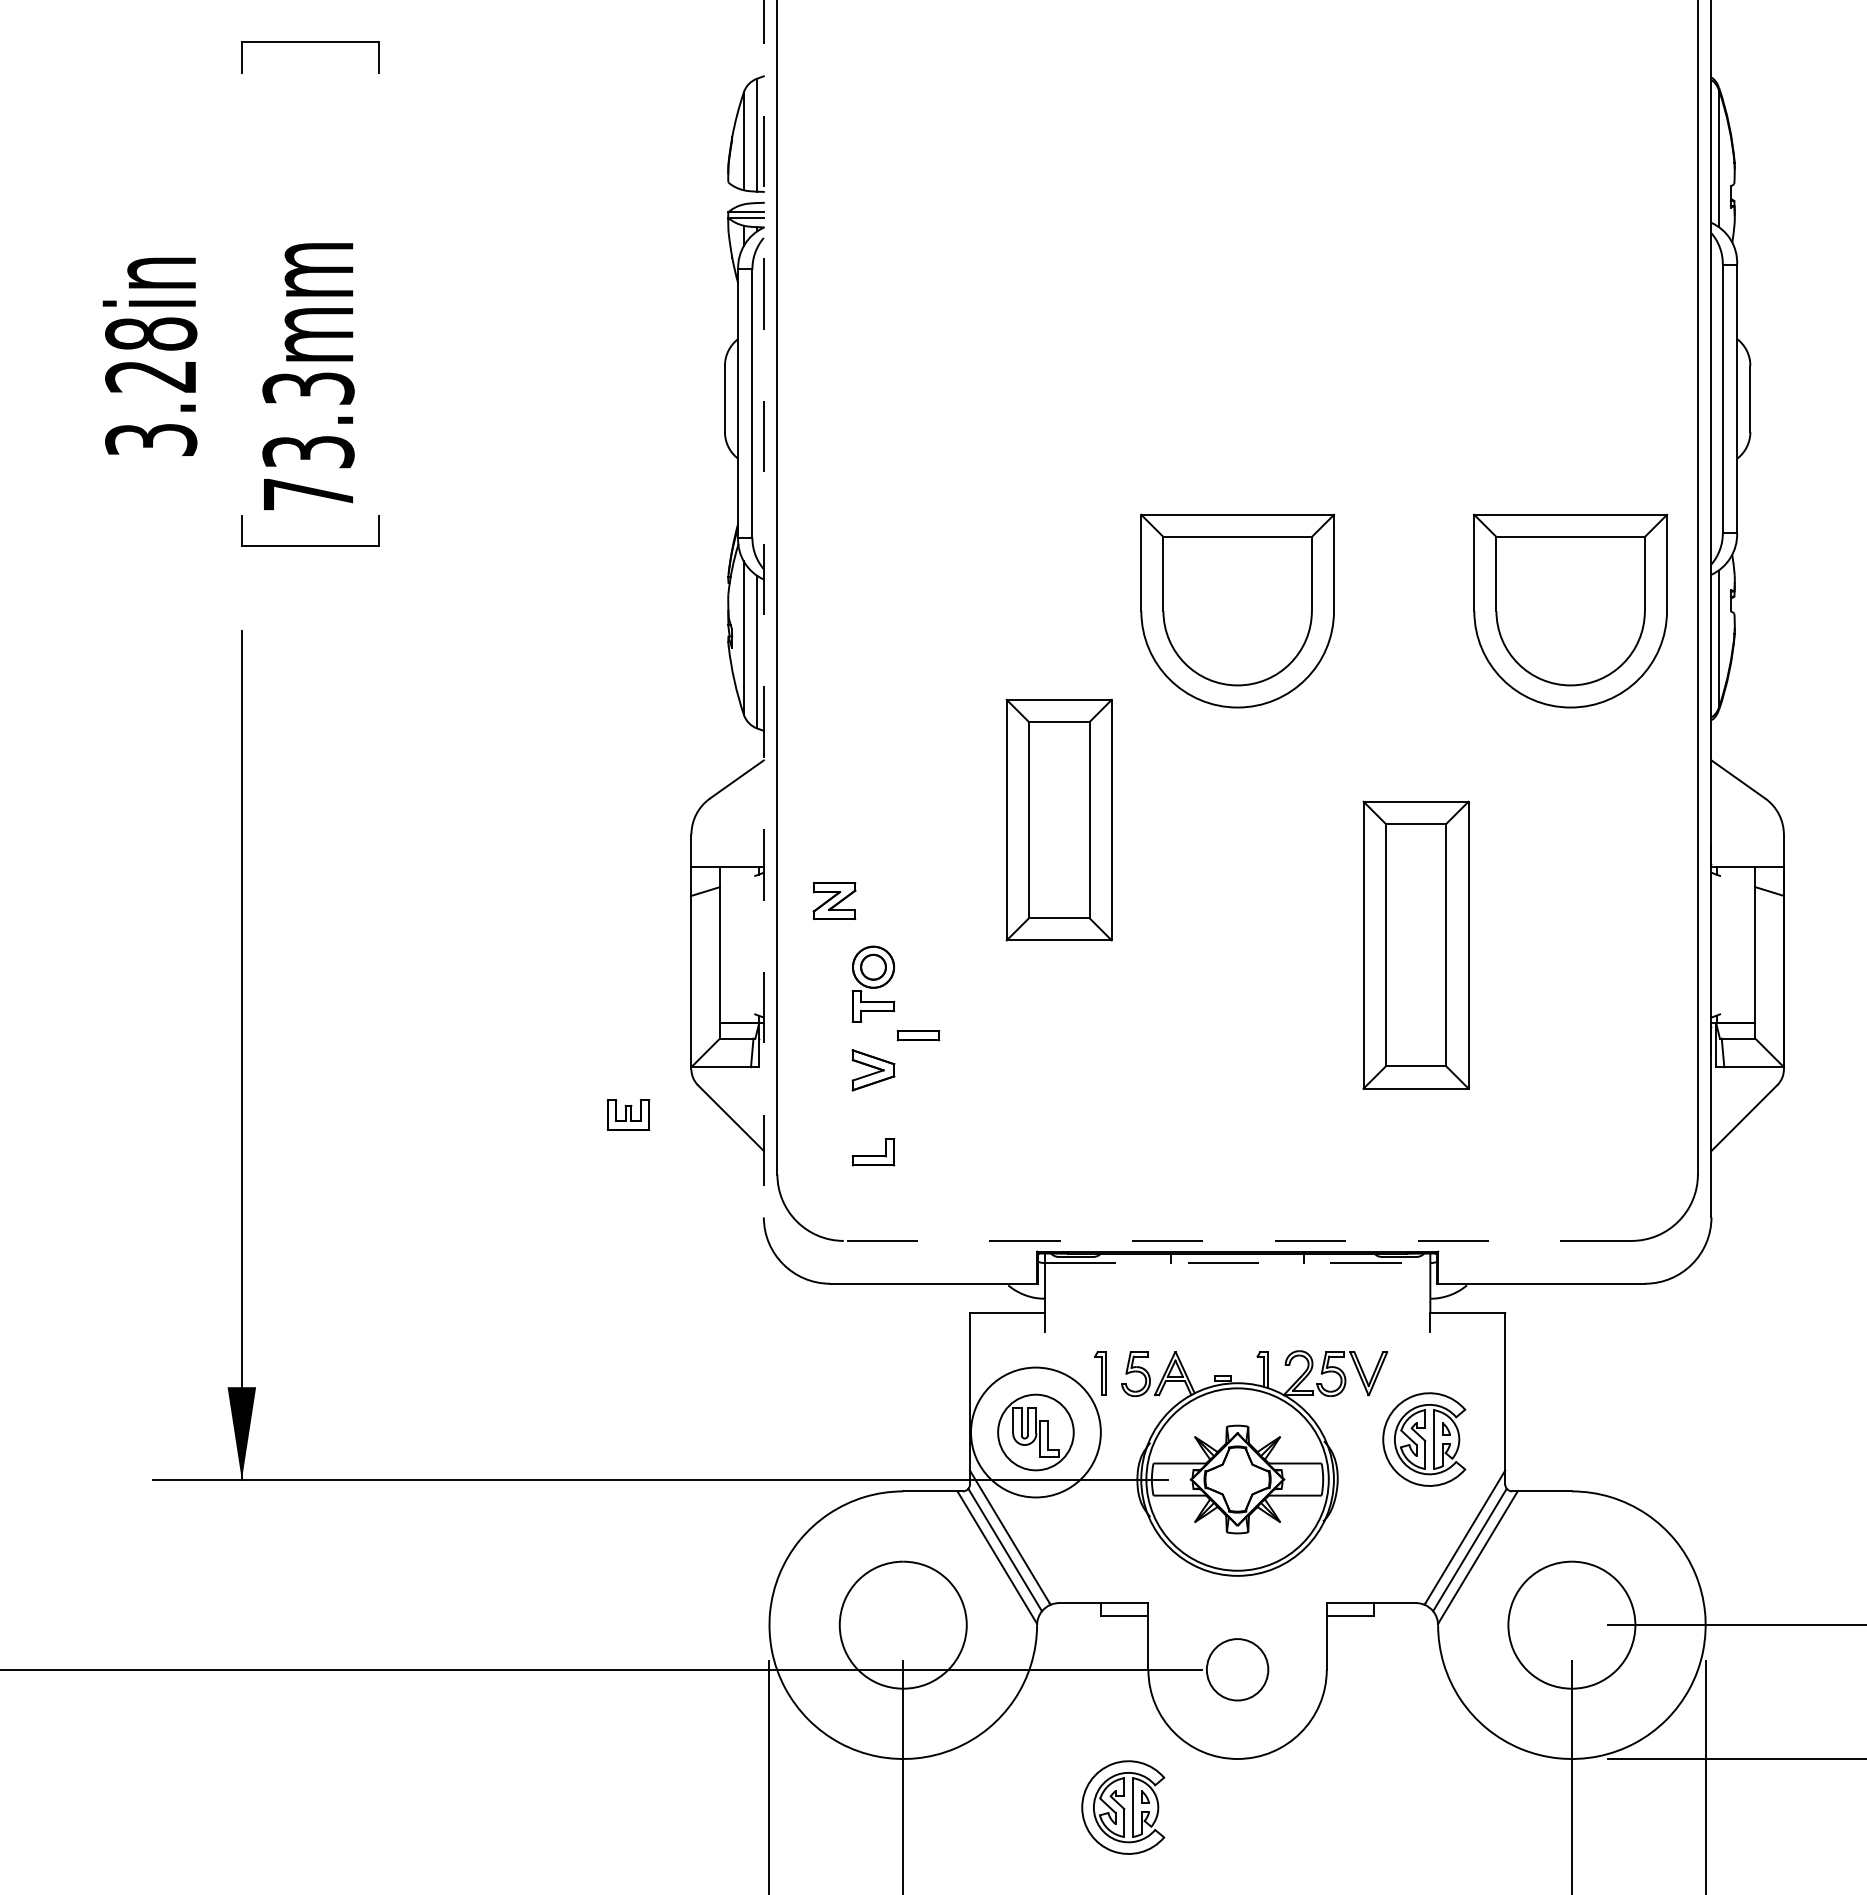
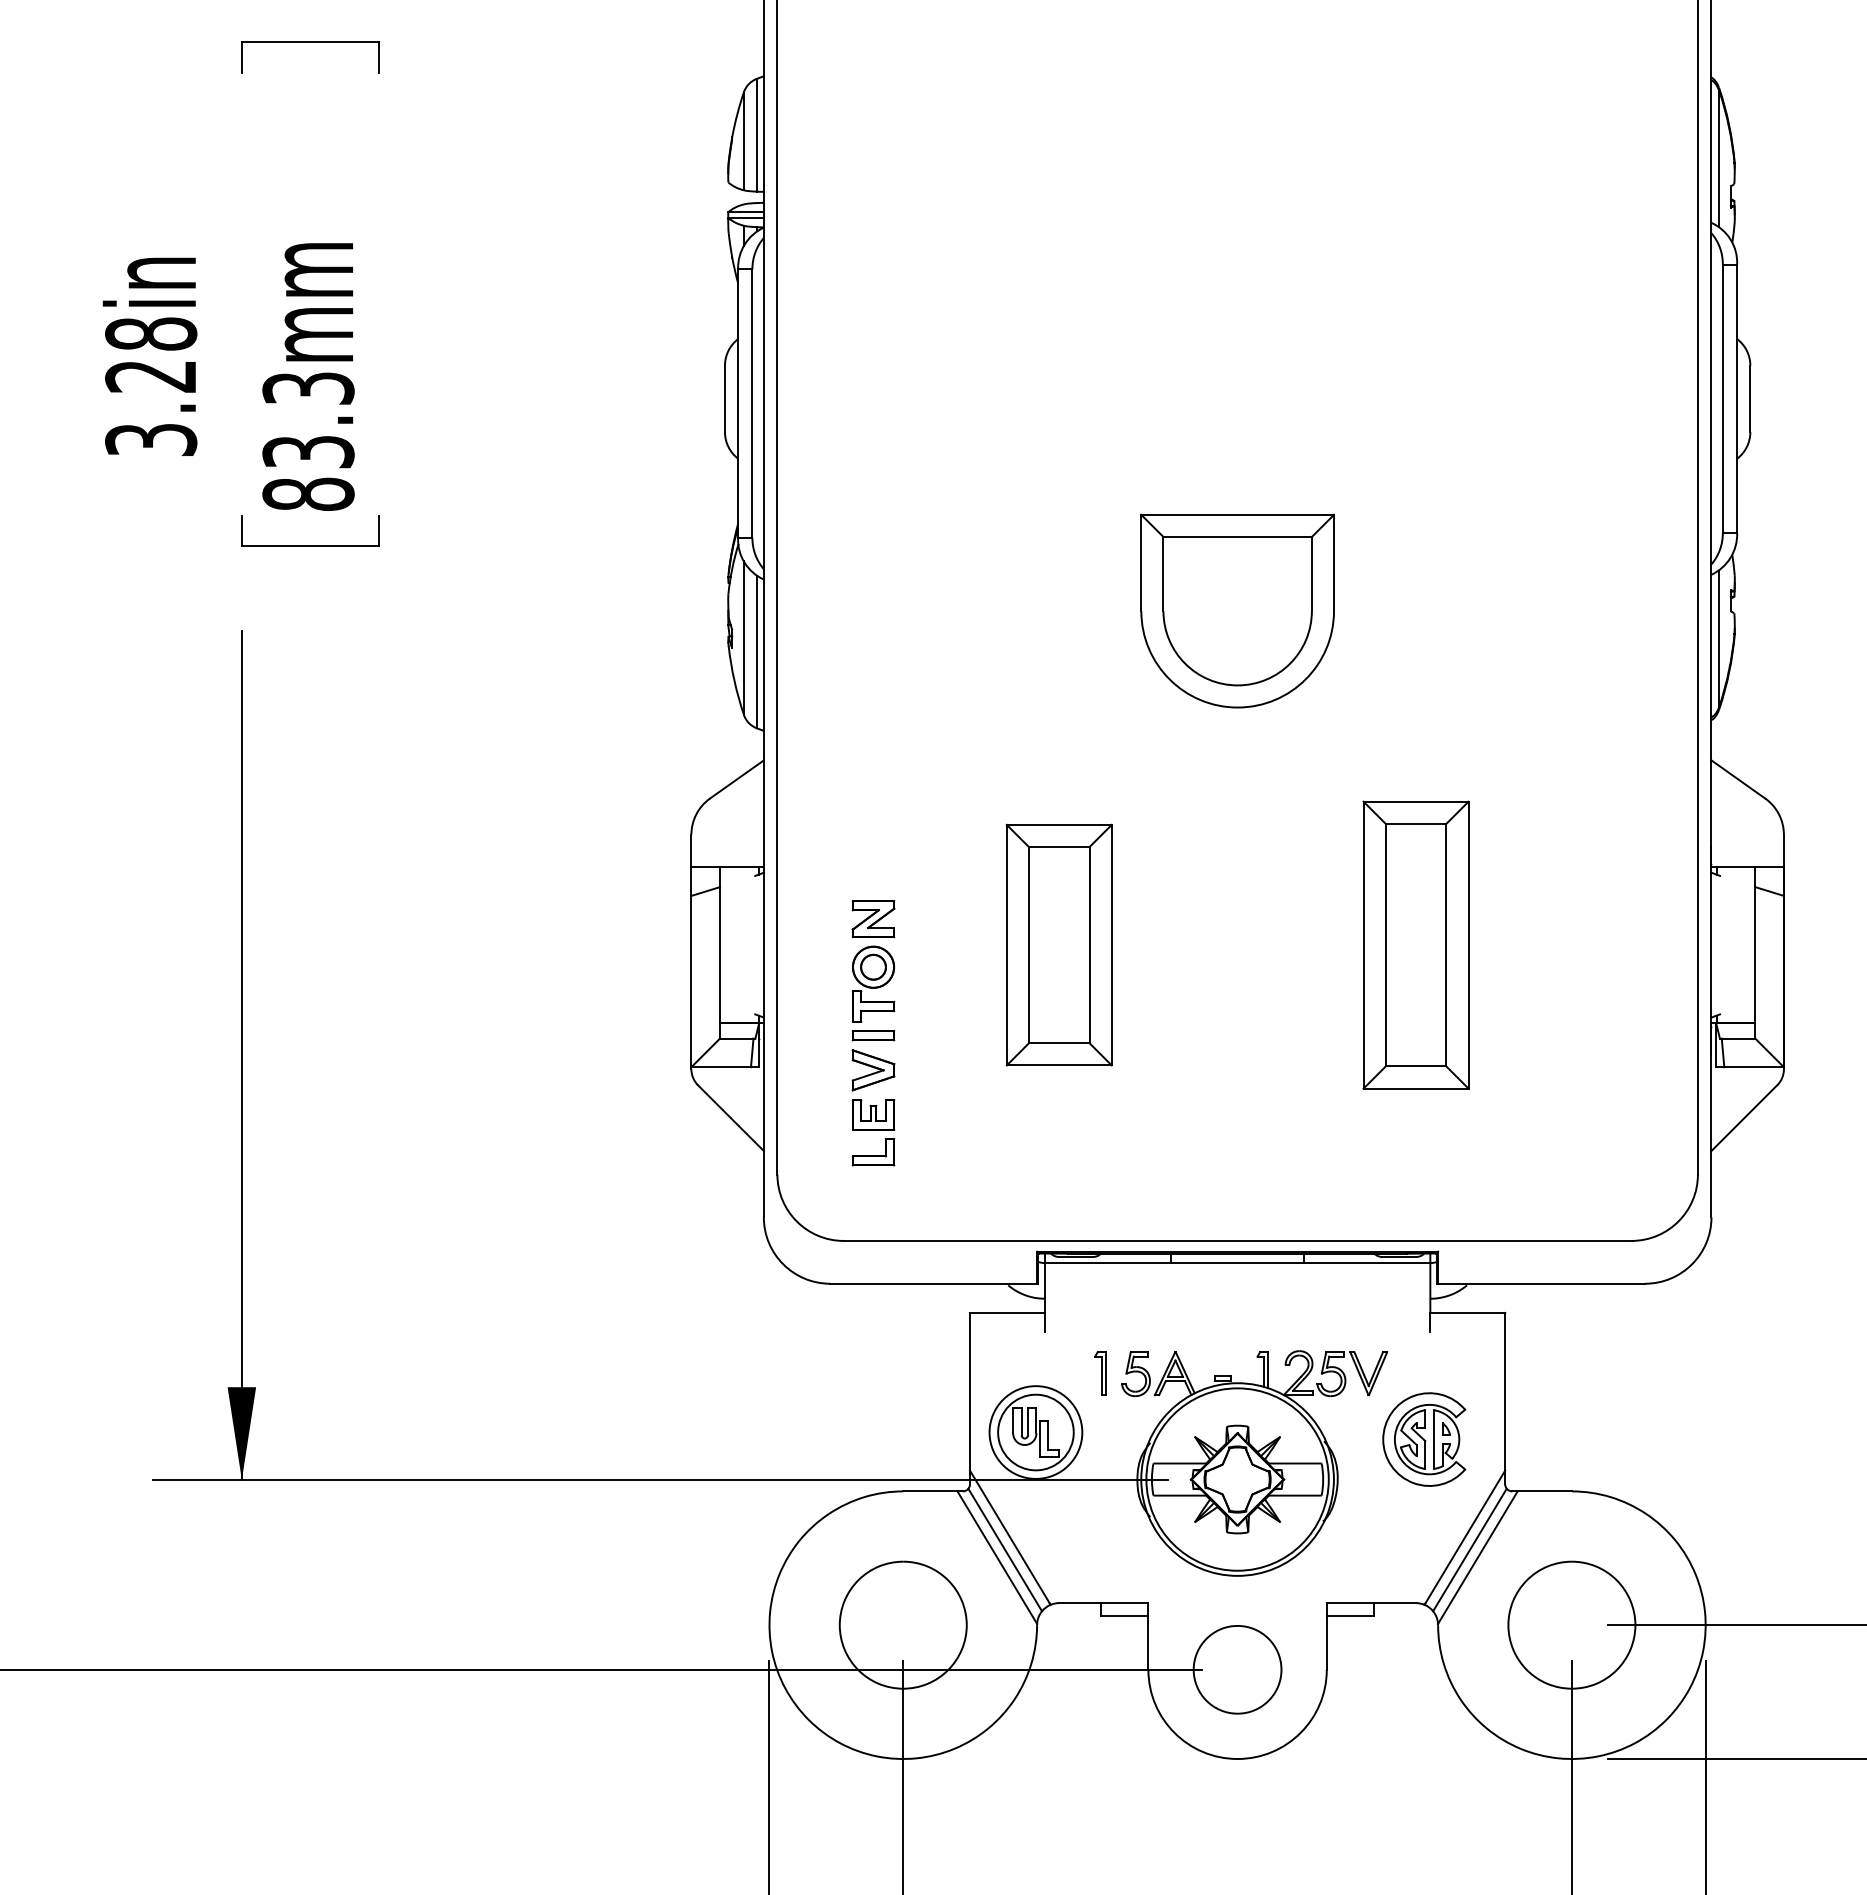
text at (308, 493): 73.3mm -> 83.3mm
line at (763, 609): dashed -> solid
part at (1570, 610): present -> none
part at (1058, 819) position: (1058, 819) -> (1058, 944)
part at (834, 900) position: (834, 900) -> (873, 918)
part at (918, 1035) position: (918, 1035) -> (873, 1035)
part at (628, 1114) position: (628, 1114) -> (873, 1114)
line at (1237, 1240): dashed -> solid
line at (1237, 1263): dashed -> solid
circle at (1035, 1432) diameter: 130 px -> 93 px
circle at (1237, 1669) diameter: 61 px -> 88 px
part at (1123, 1807): present -> none
